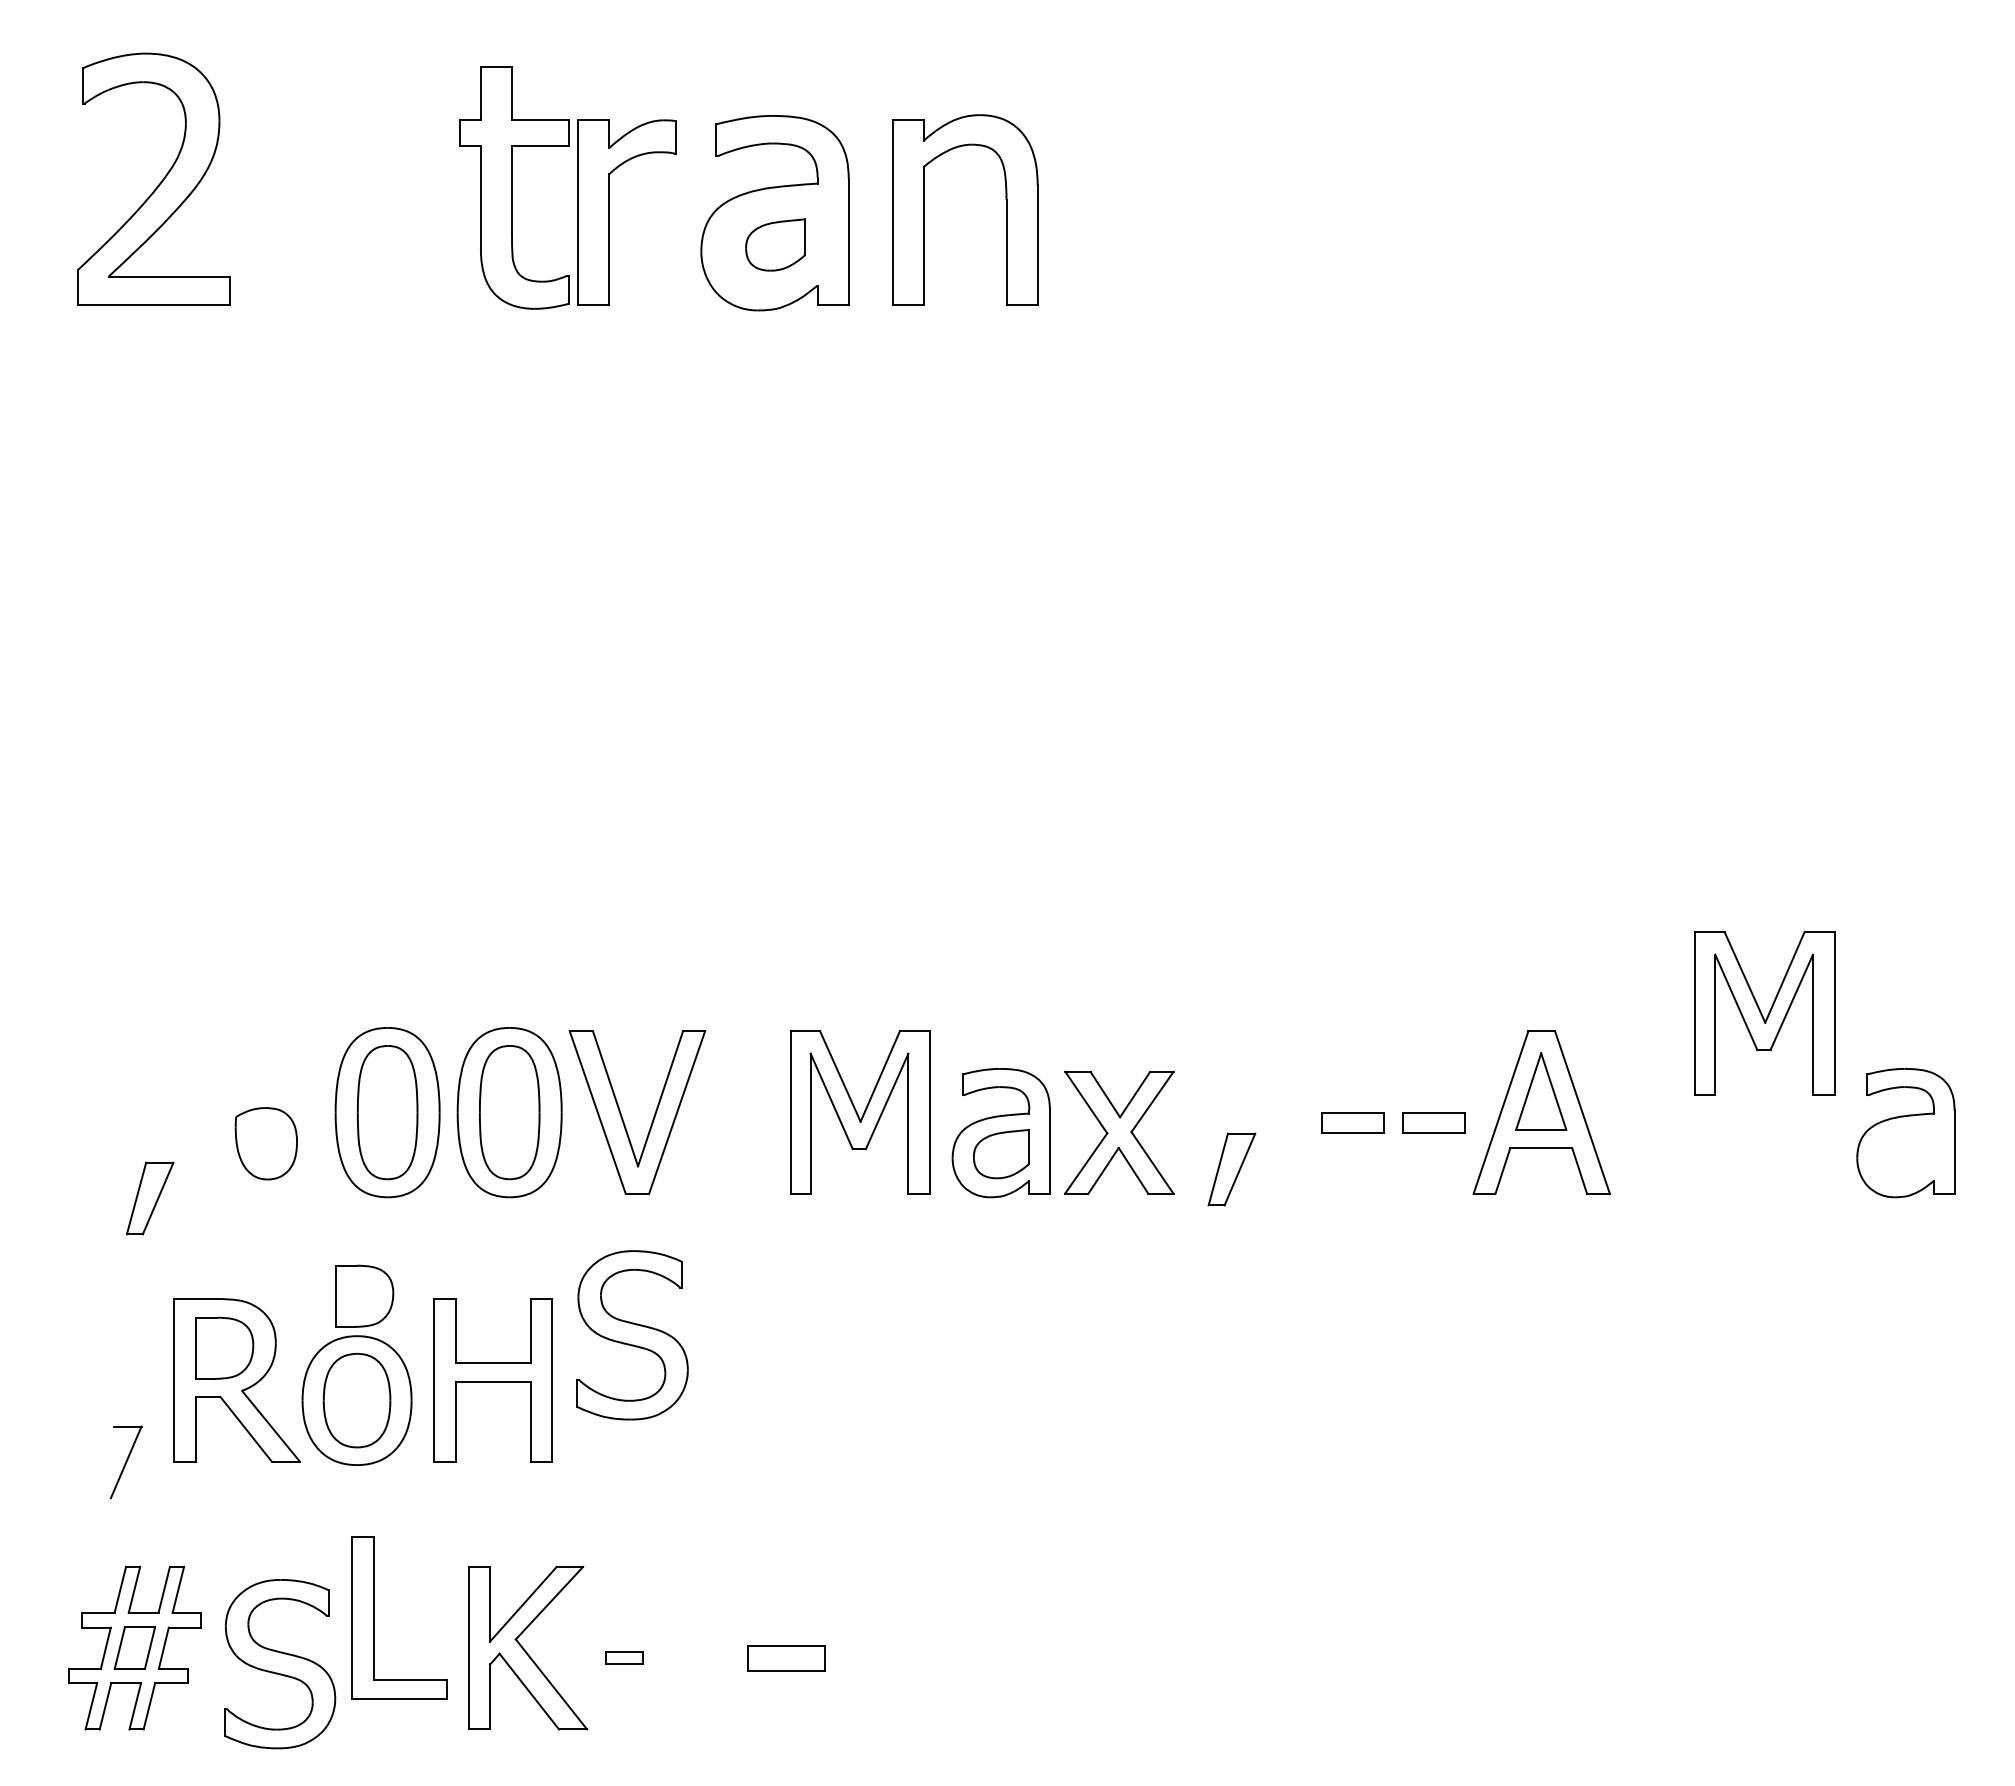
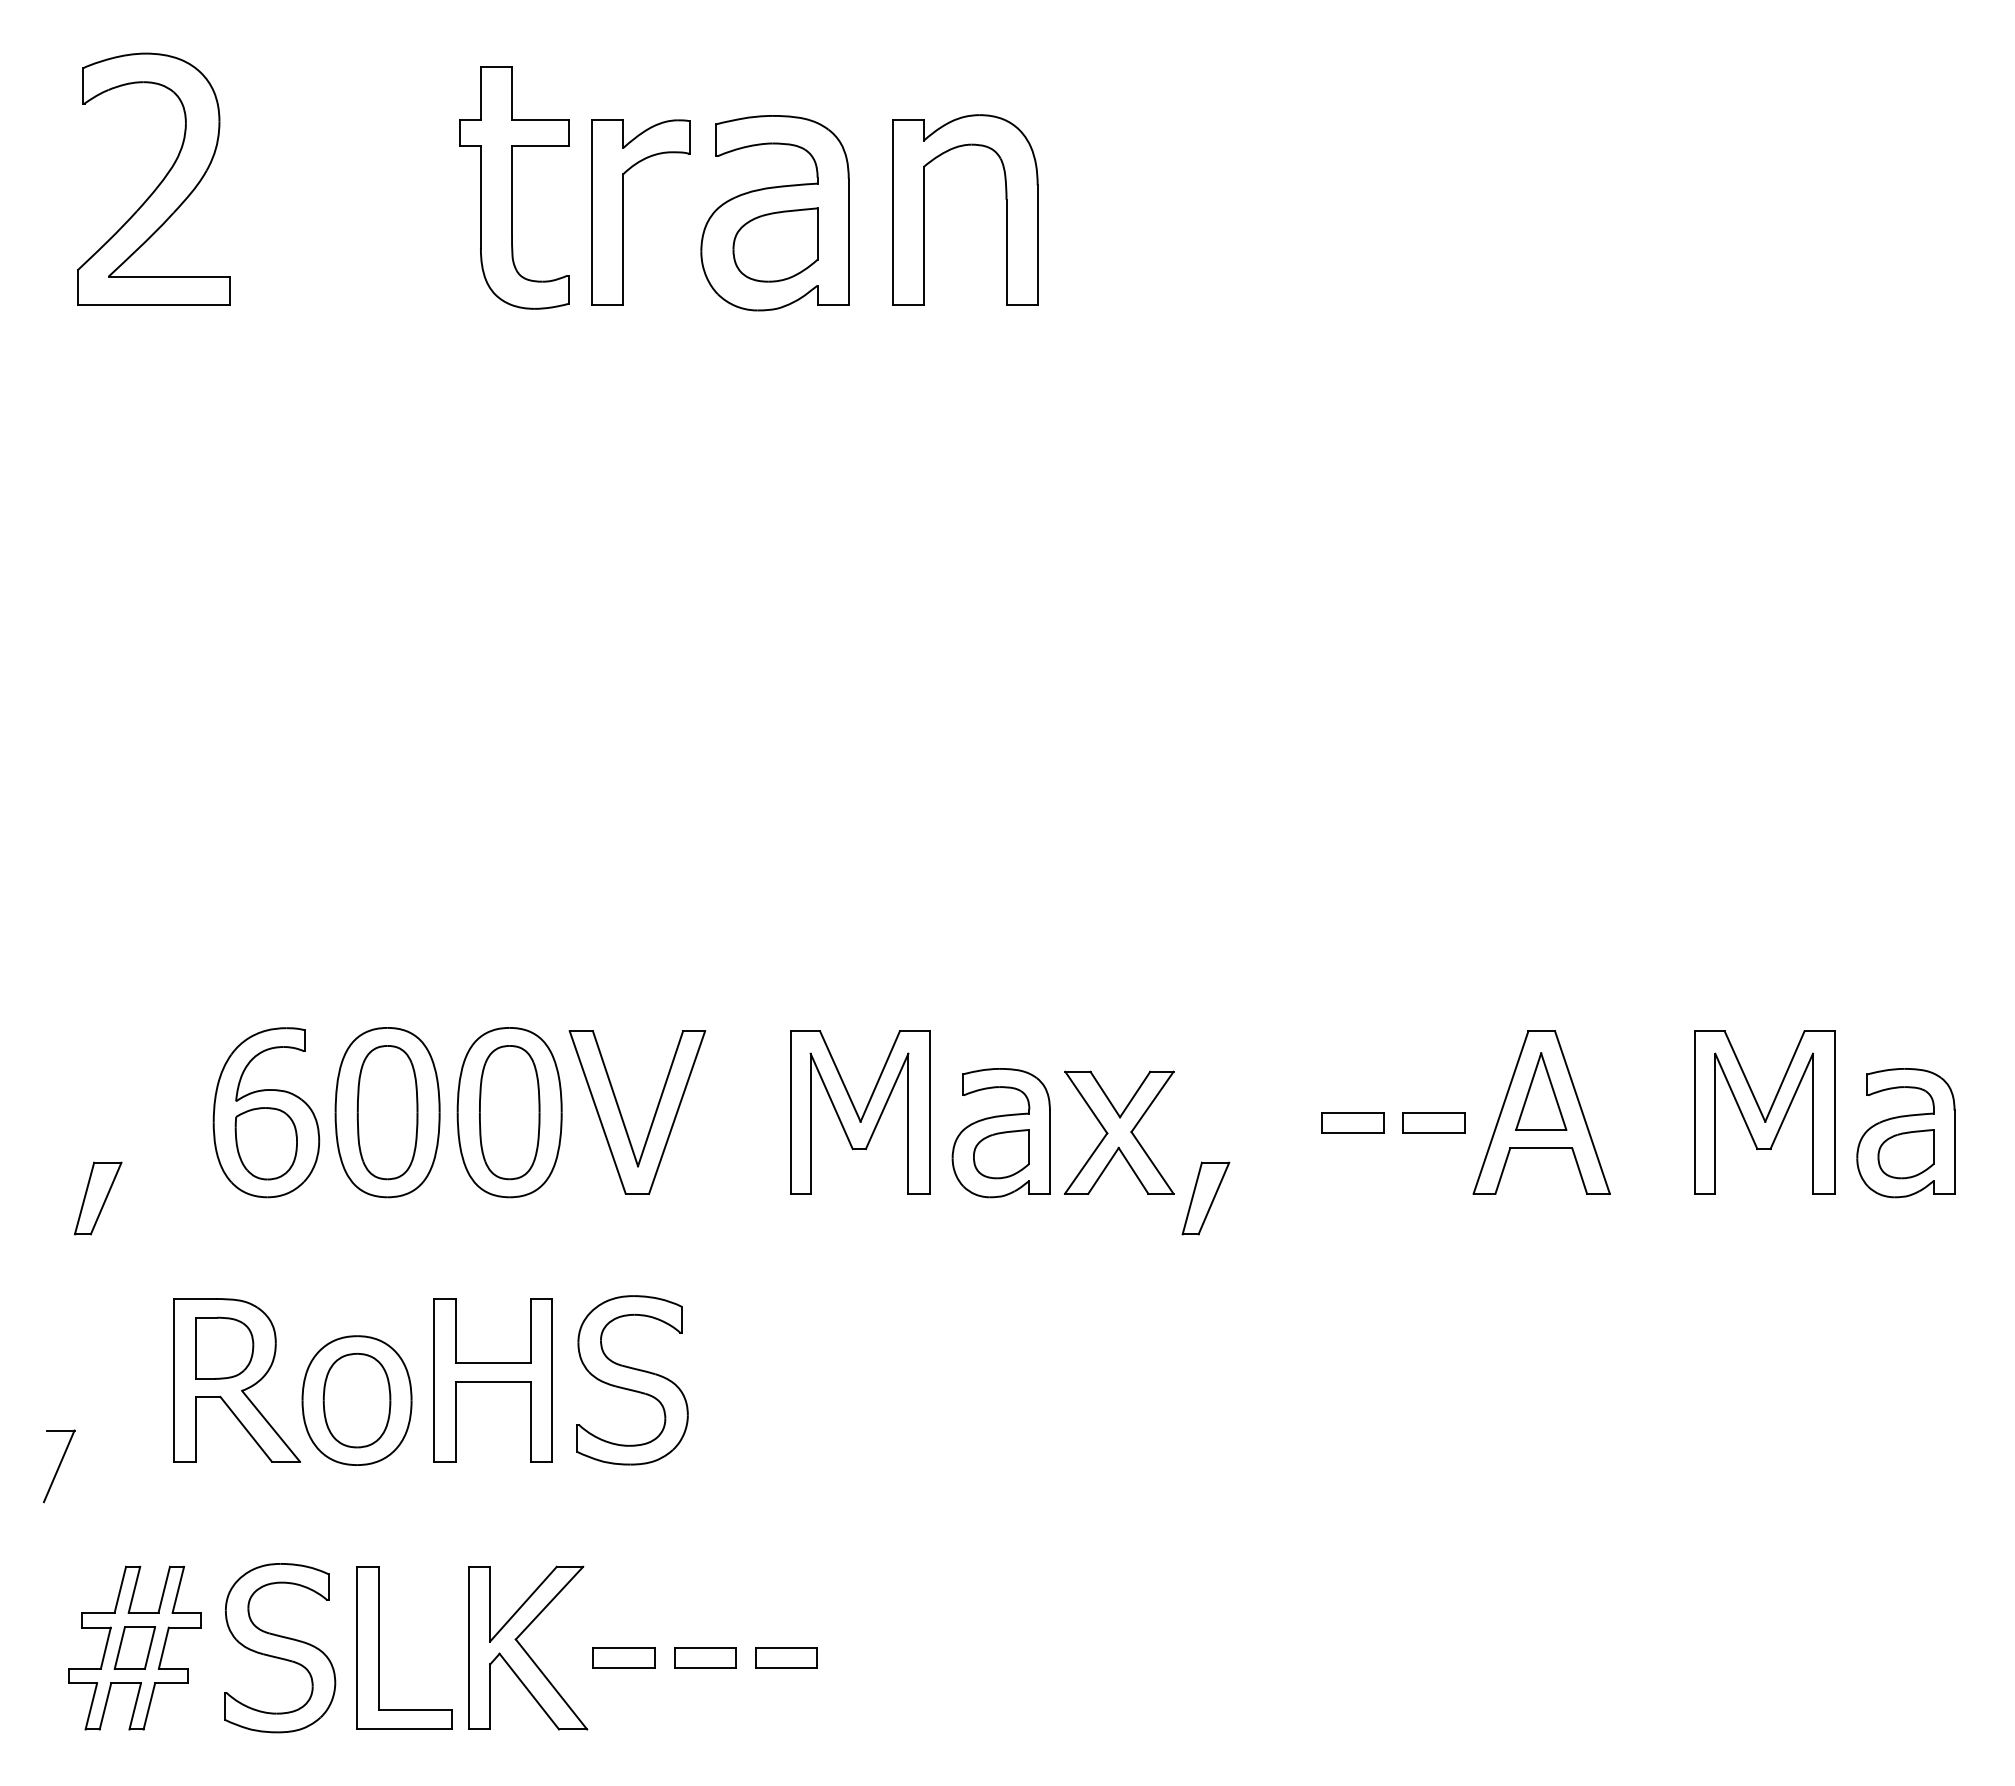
part at (609, 212) position: (609, 212) -> (623, 212)
part at (775, 244) size: 61x54 px -> 87x76 px
part at (1764, 1013) position: (1764, 1013) -> (1764, 1112)
part at (266, 1112): none -> present
part at (1905, 1154): none -> present
part at (1231, 1169) position: (1231, 1169) -> (1205, 1198)
part at (150, 1198) position: (150, 1198) -> (98, 1198)
part at (364, 1295): present -> none
part at (632, 1335) position: (632, 1335) -> (632, 1380)
part at (125, 1462) position: (125, 1462) -> (58, 1466)
part at (374, 1617) position: (374, 1617) -> (379, 1647)
part at (624, 1657) size: 39x14 px -> 64x22 px
part at (705, 1657): none -> present
part at (786, 1658) size: 79x27 px -> 63x22 px
part at (280, 1664) position: (280, 1664) -> (280, 1648)
